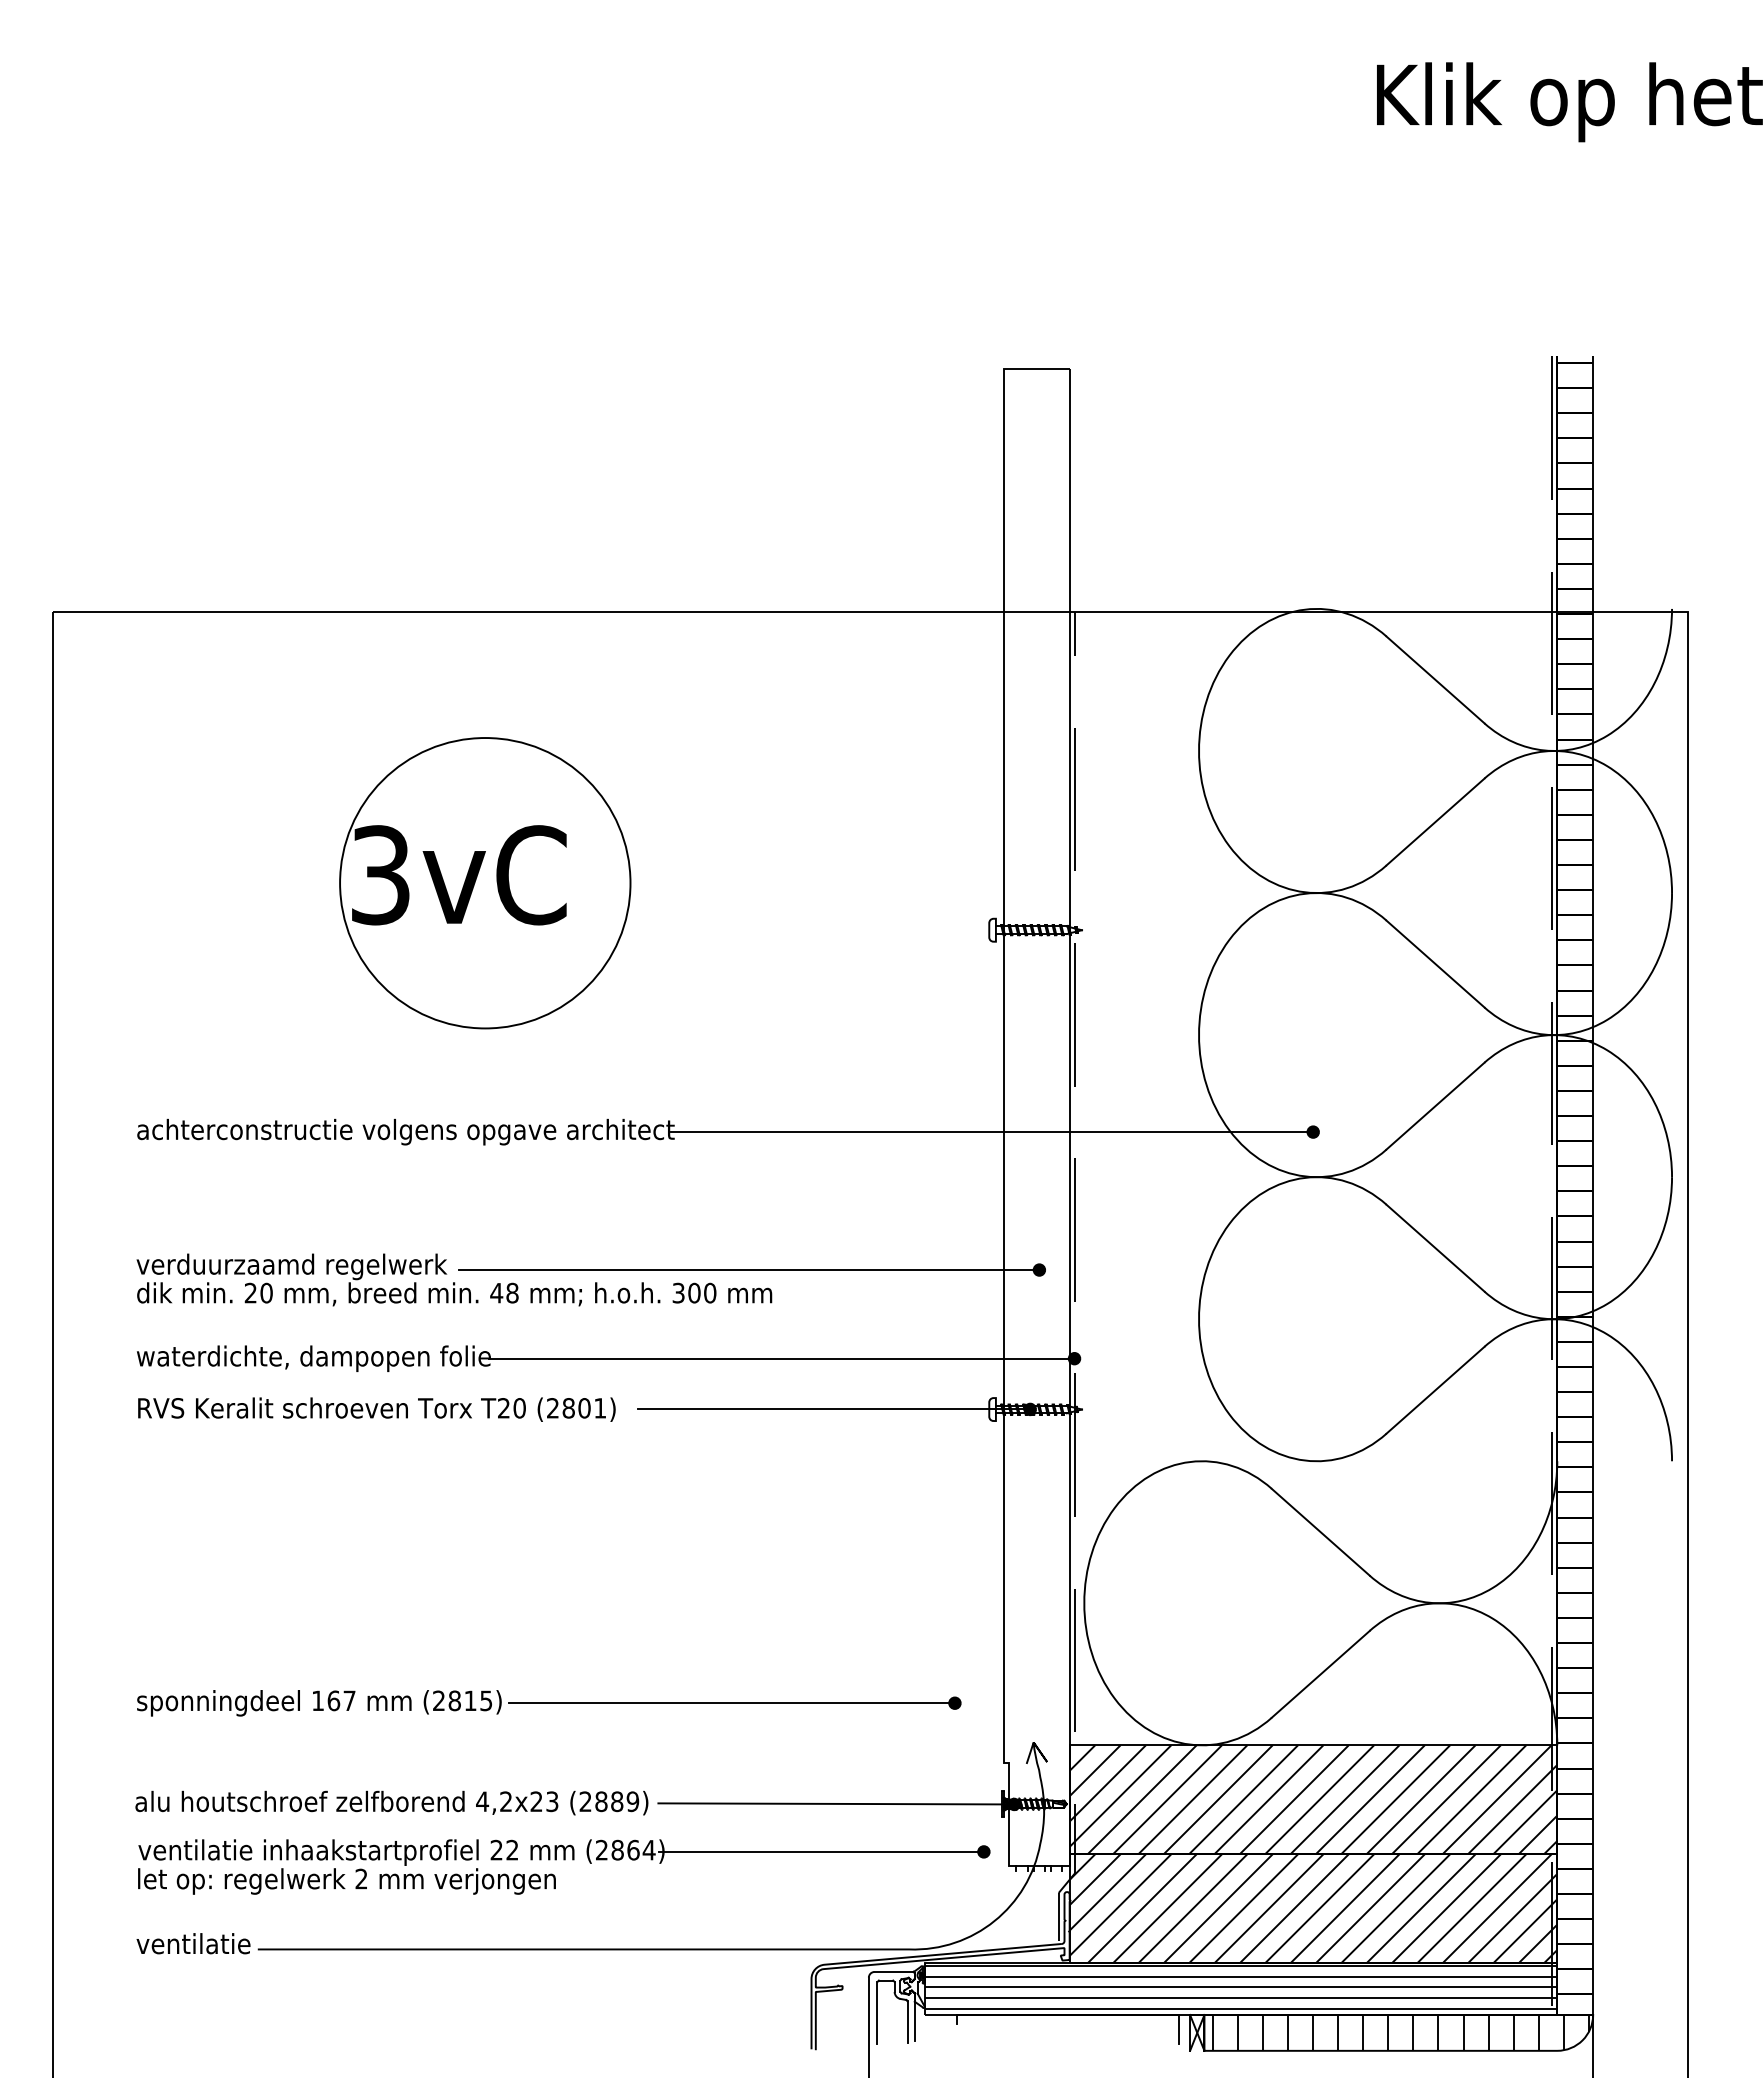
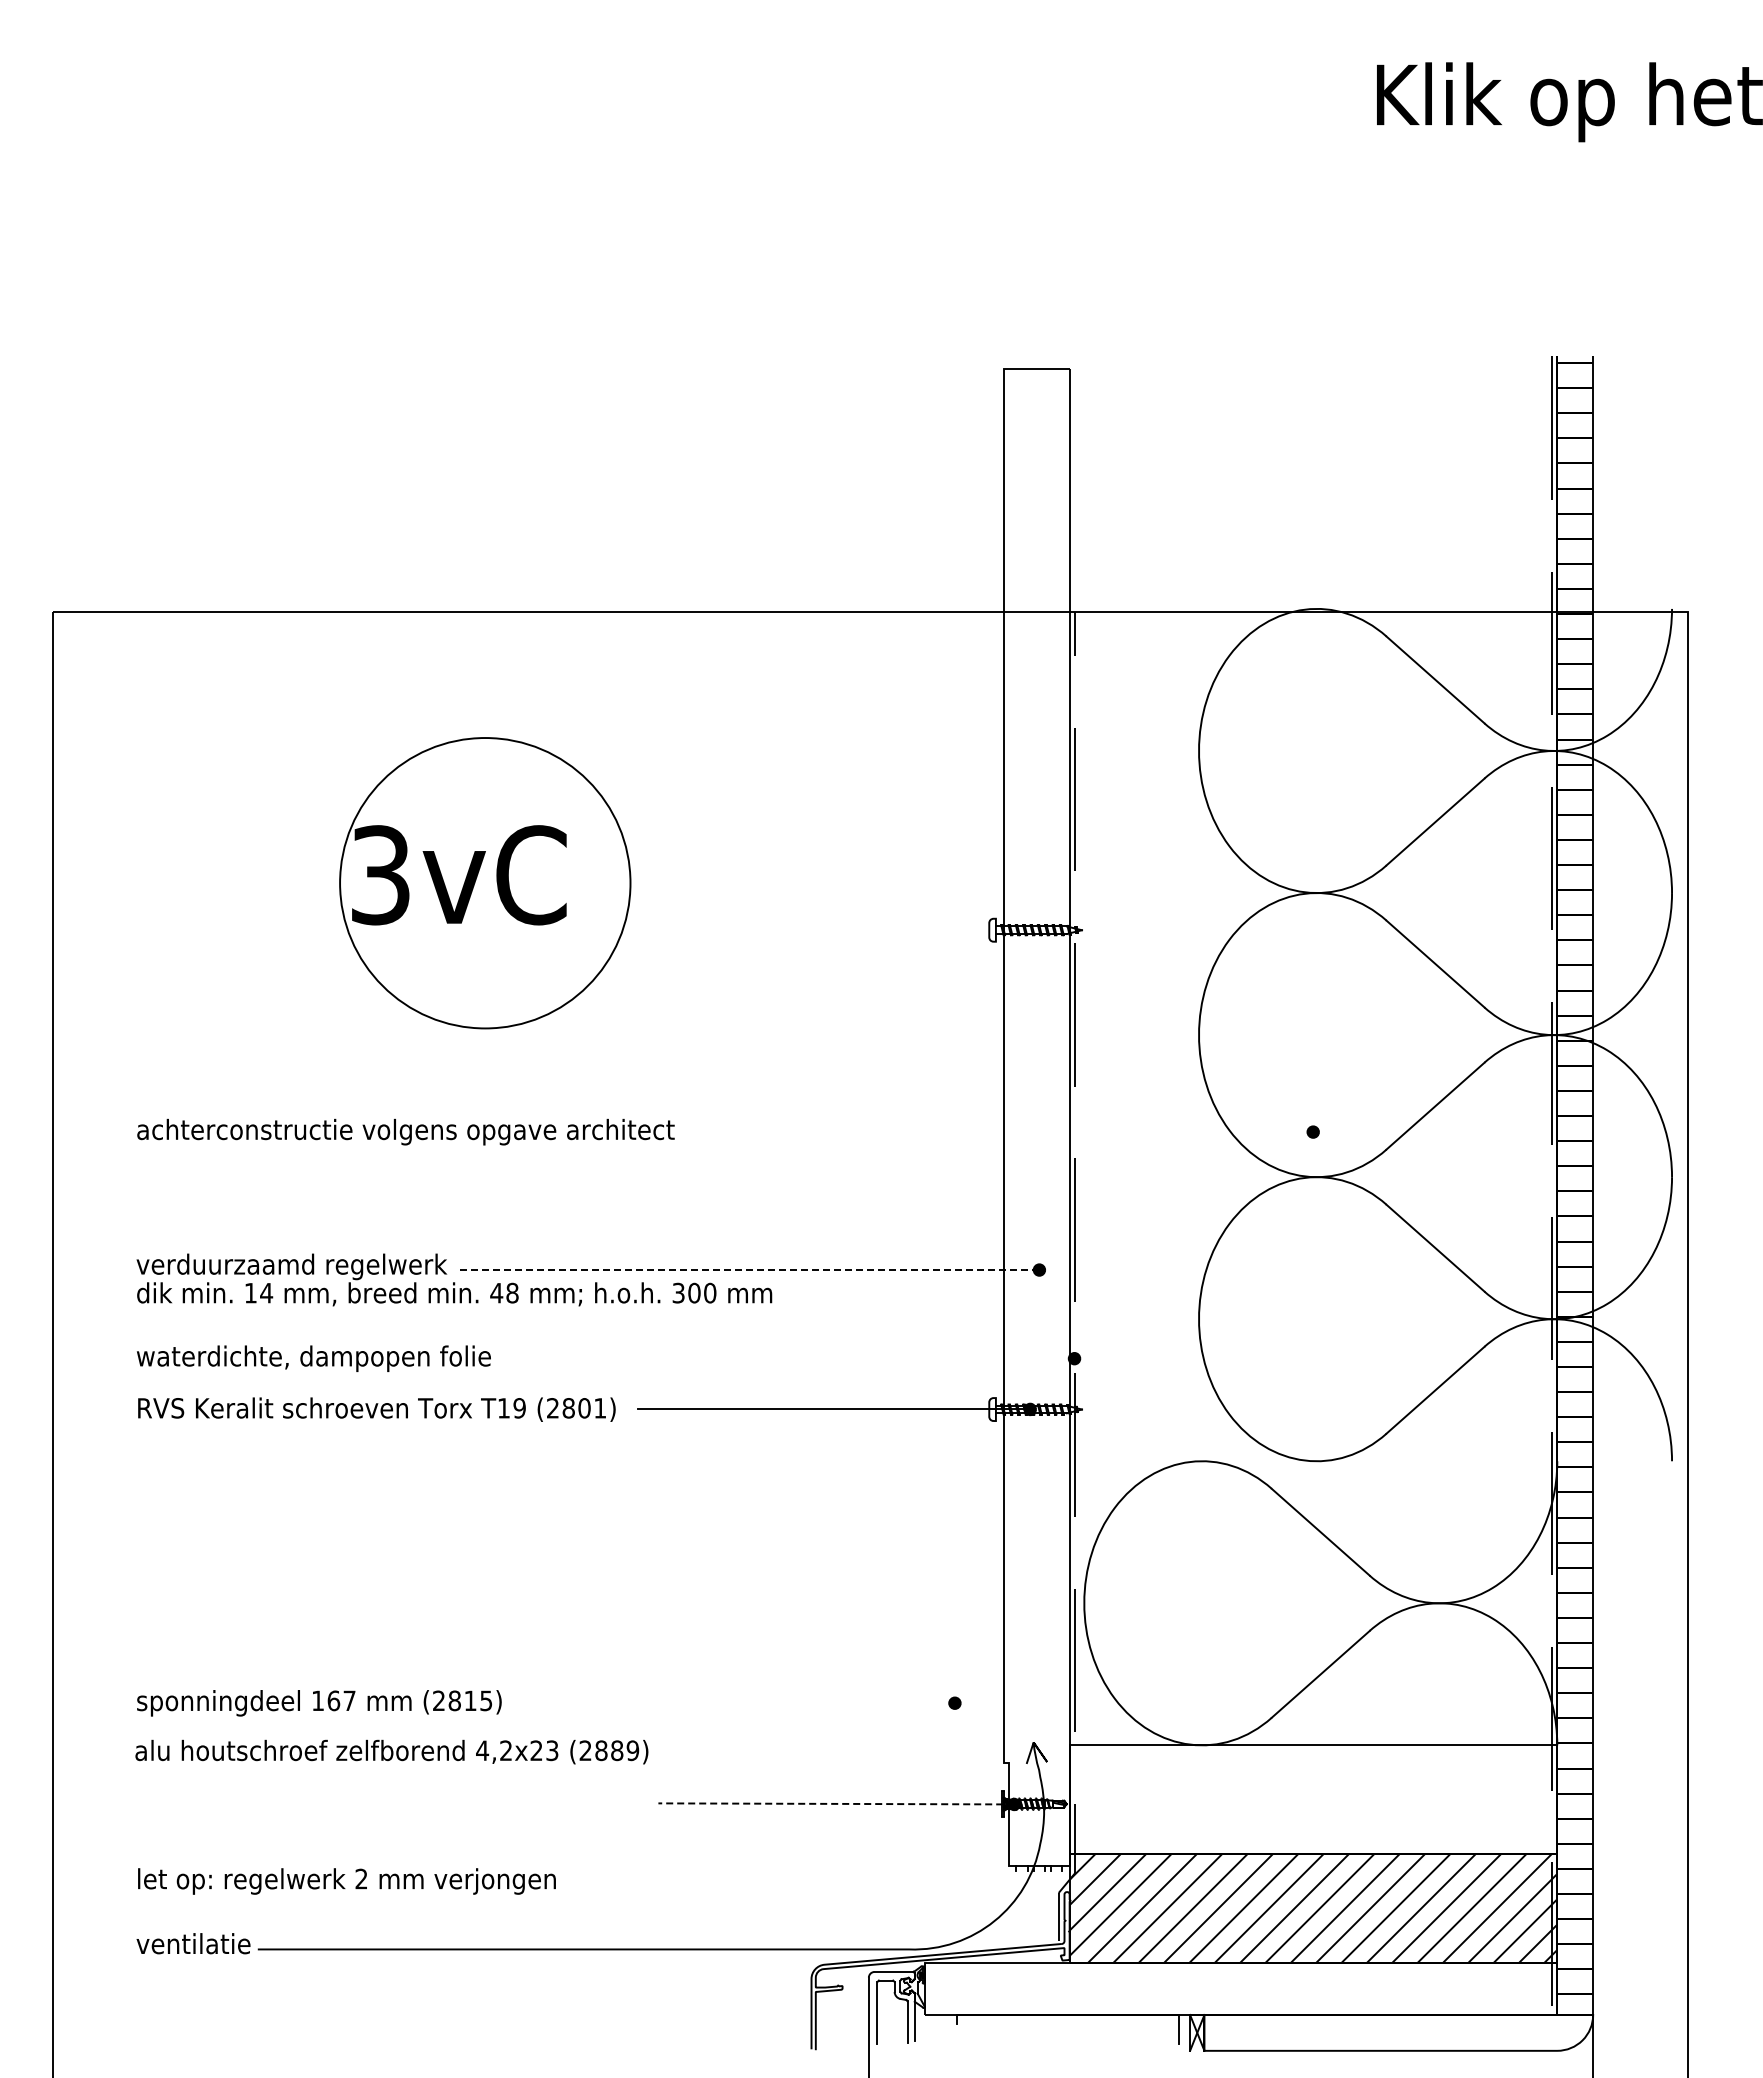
line at (991, 1132): present -> none
line at (748, 1270): solid -> dashed
text at (258, 1292): 20 -> 14
line at (781, 1358): present -> none
text at (511, 1408): T20 -> T19
line at (731, 1703): present -> none
hatch at (1313, 1799): present -> none
text at (391, 1802) position: (391, 1802) -> (391, 1751)
line at (836, 1803): solid -> dashed
part at (564, 1852): present -> none
hatch at (1240, 1986): present -> none
hatch at (1400, 2032): present -> none
